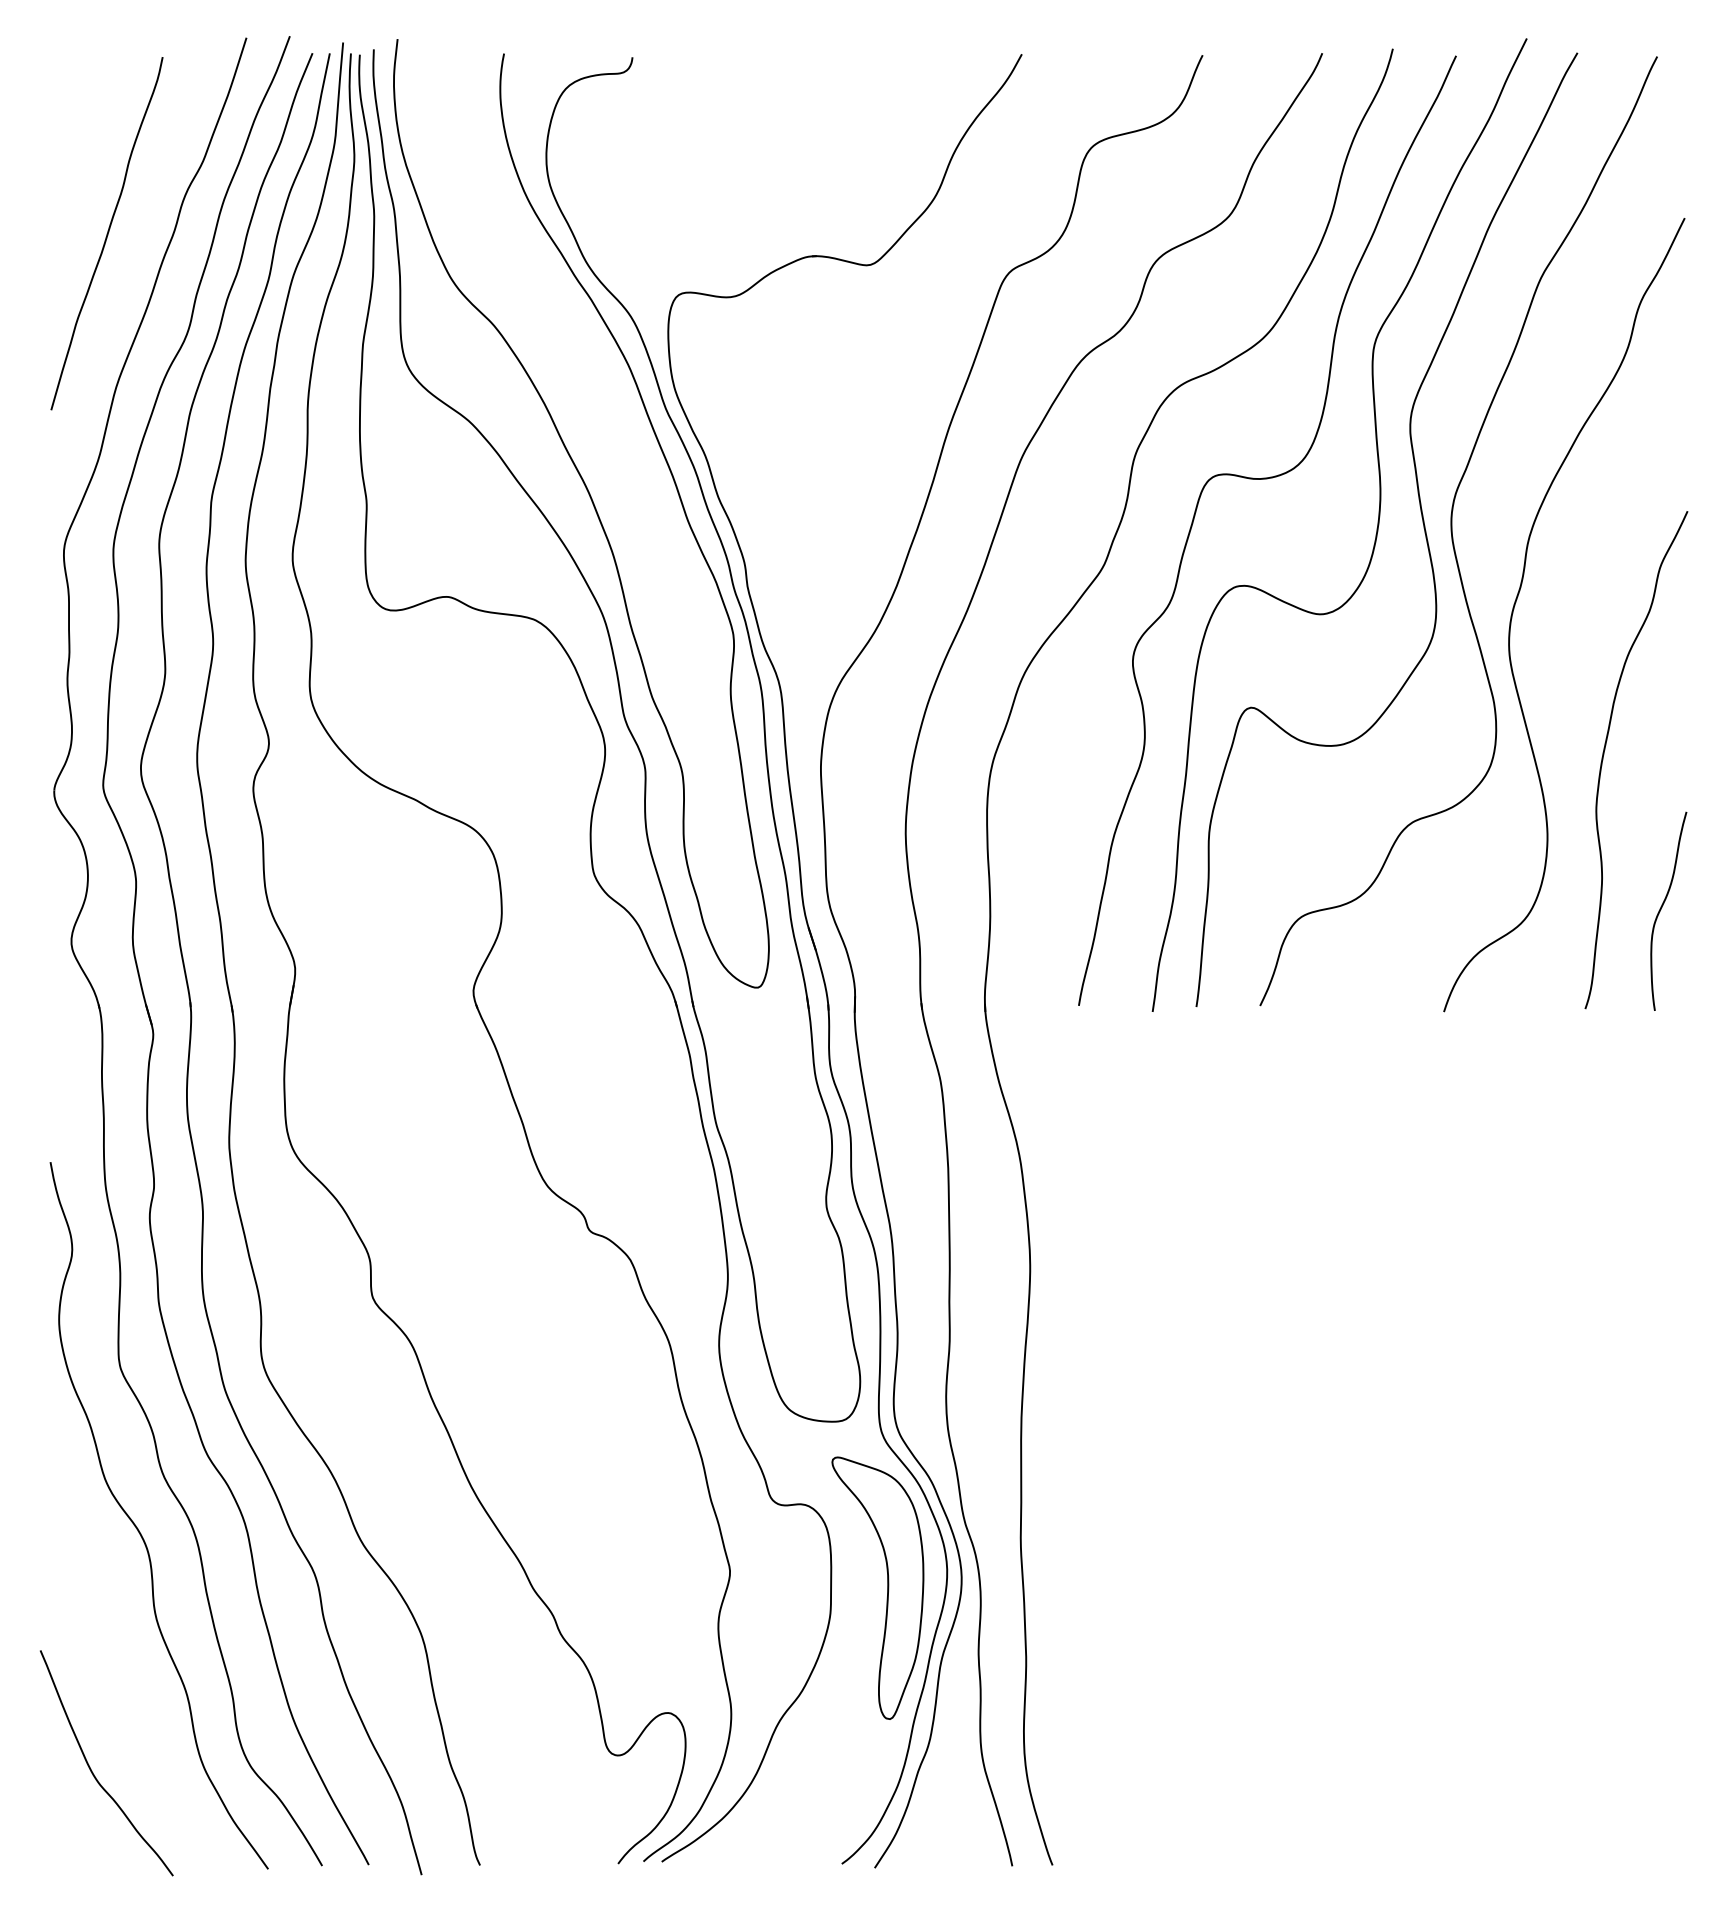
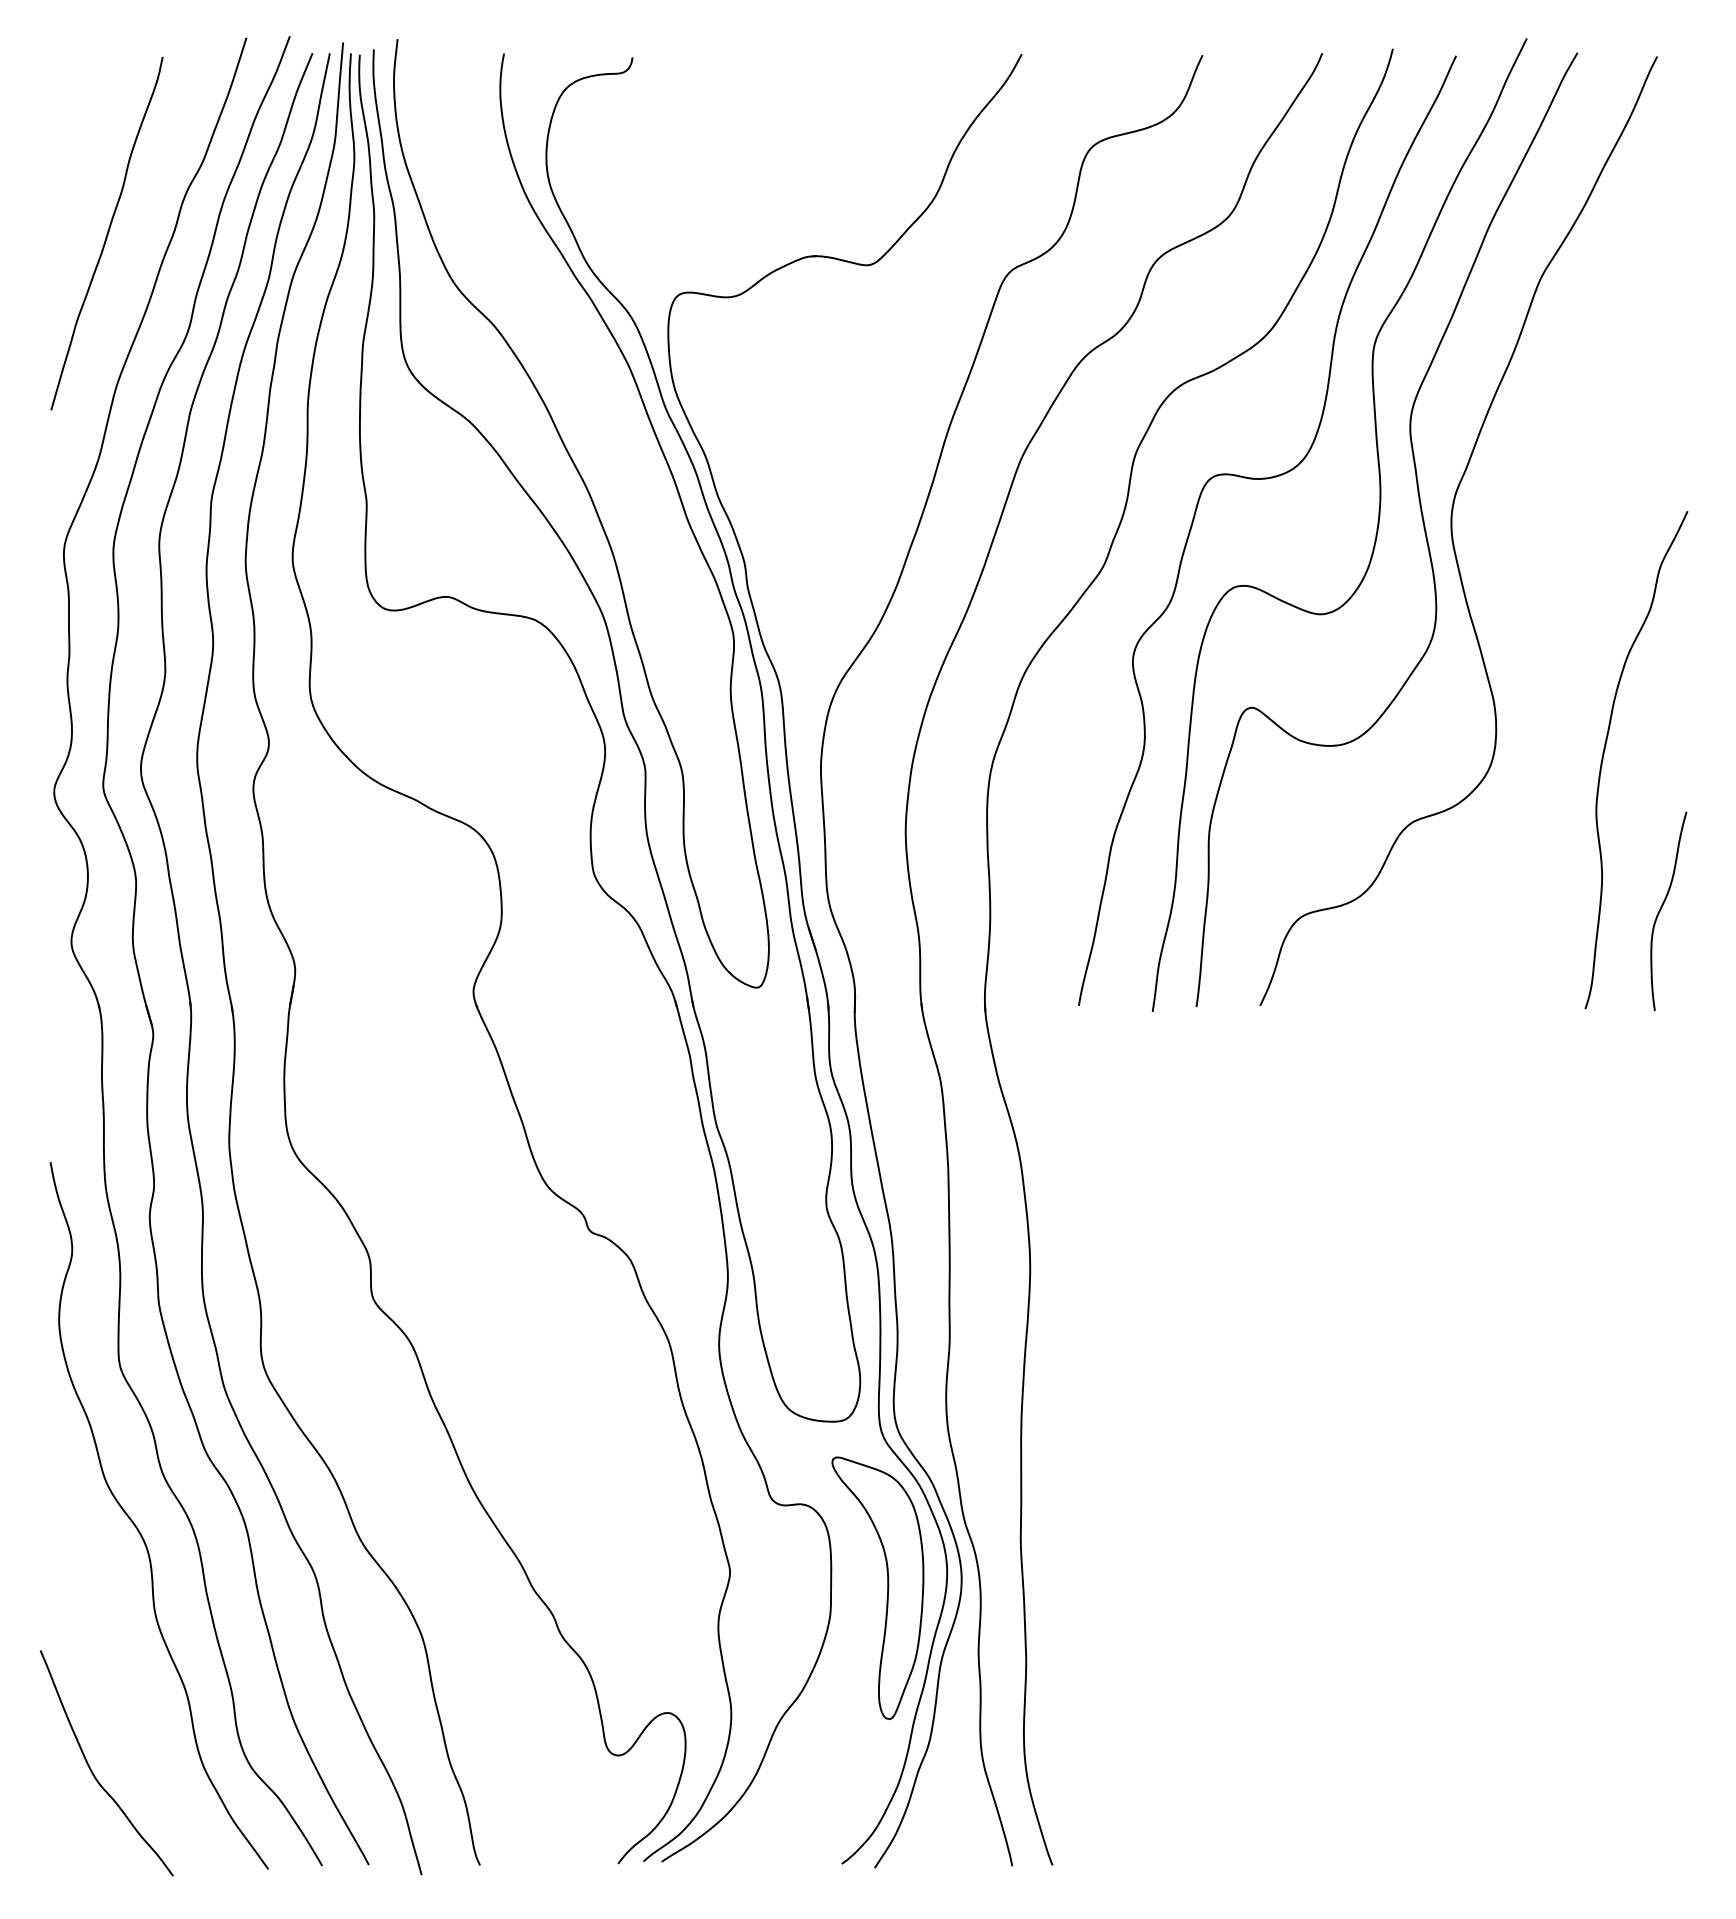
curve at (1517, 599): present -> none
